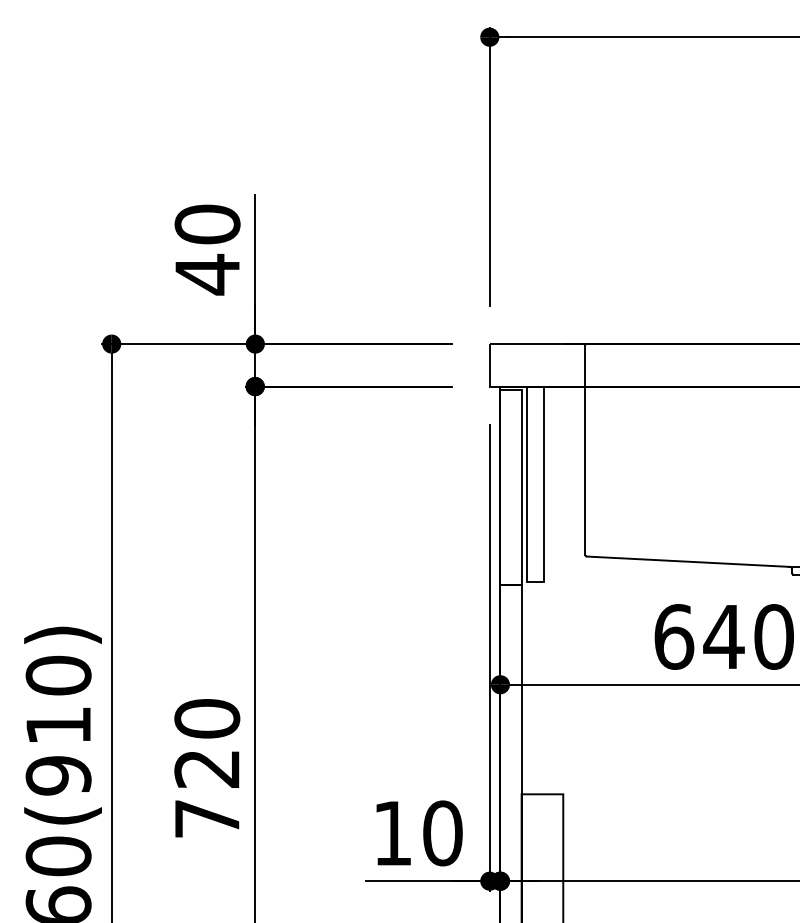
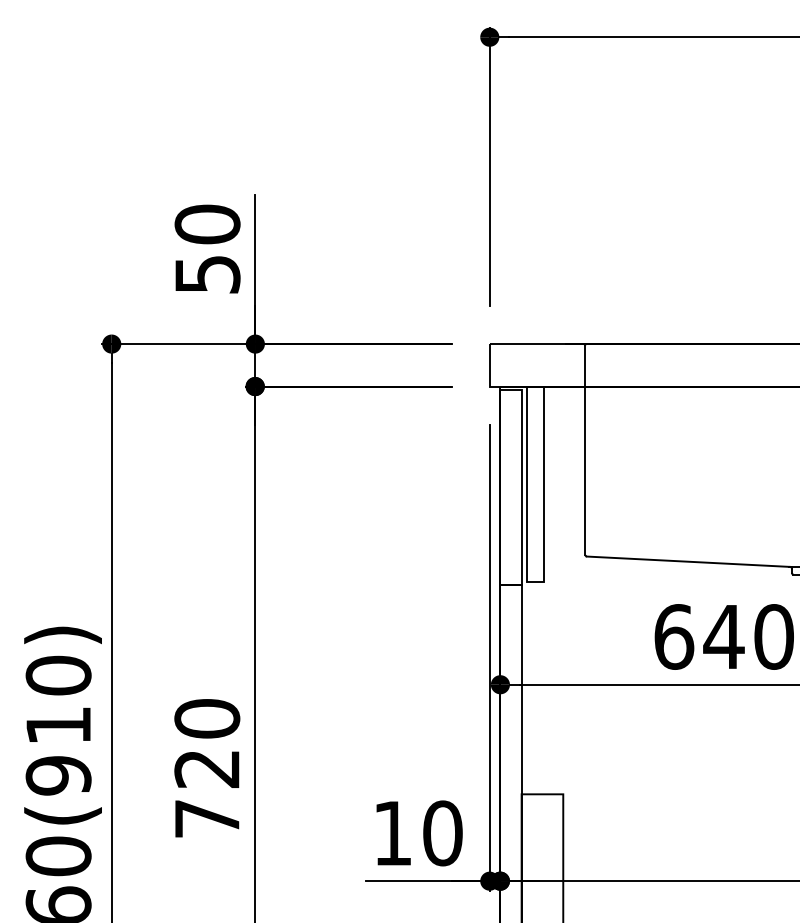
text at (207, 274): 40 -> 50
